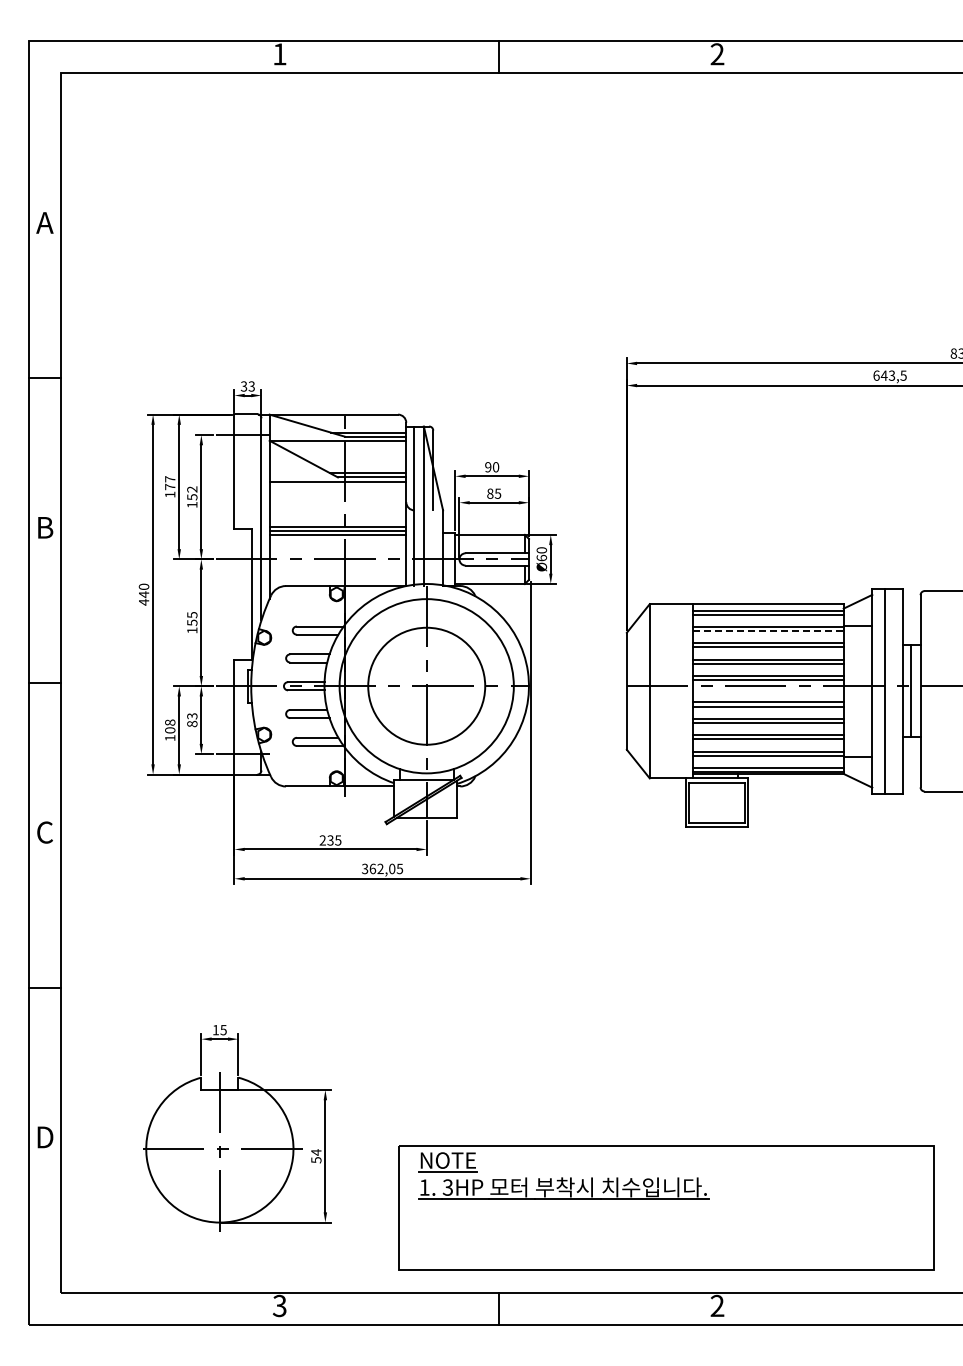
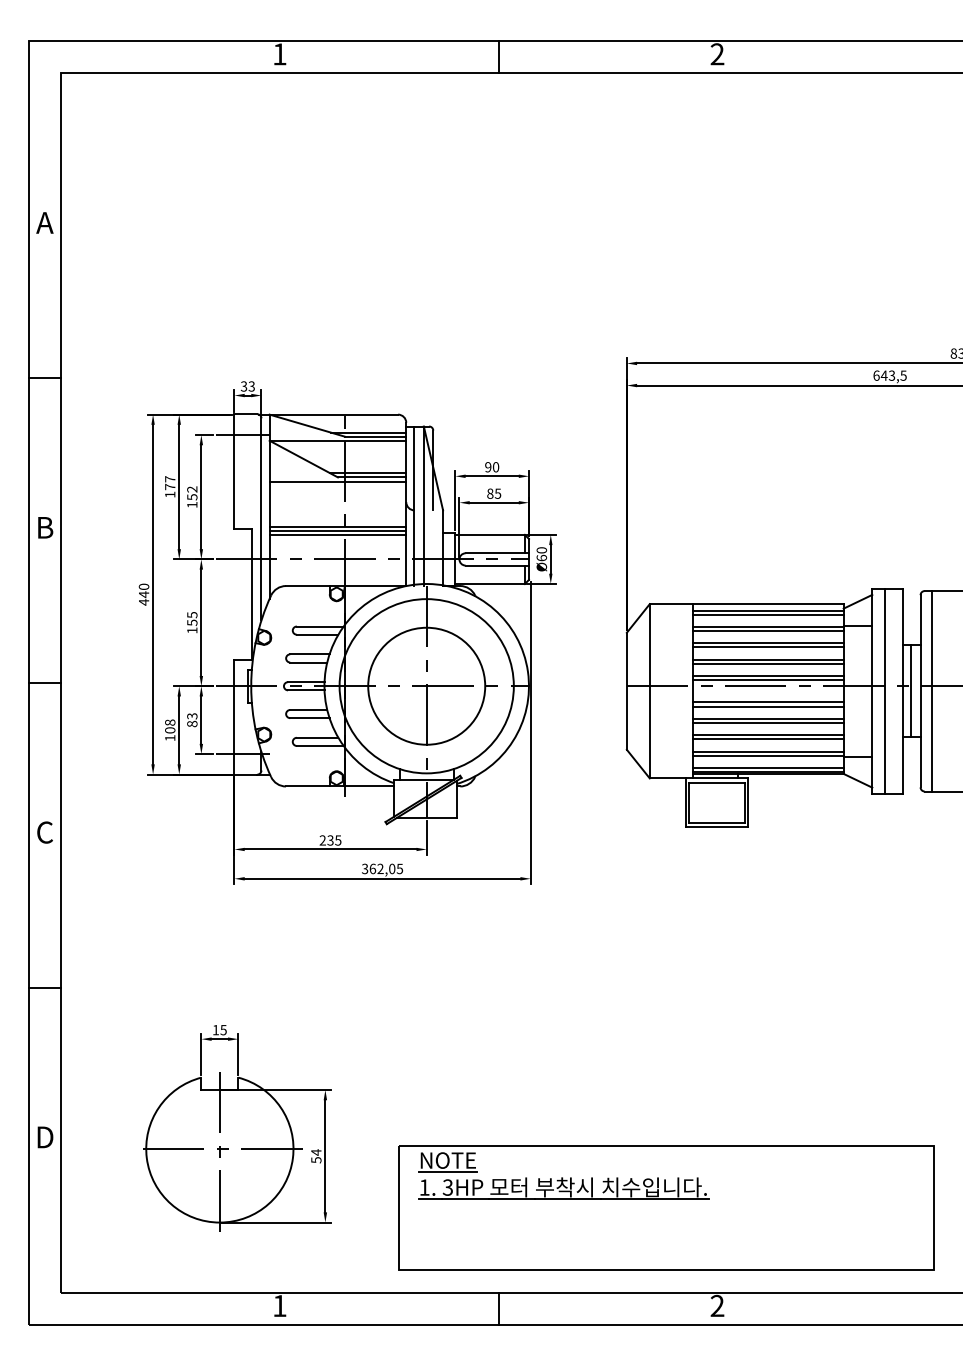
line at (768, 631): dashed -> solid
line at (932, 691): none -> present
text at (279, 1305): 3 -> 1
